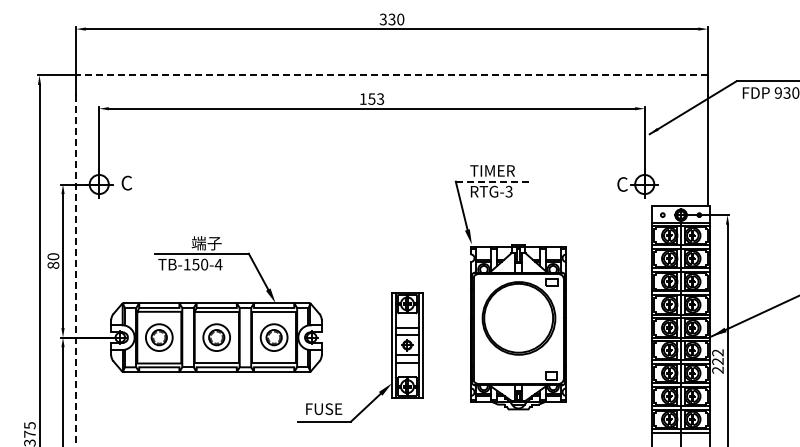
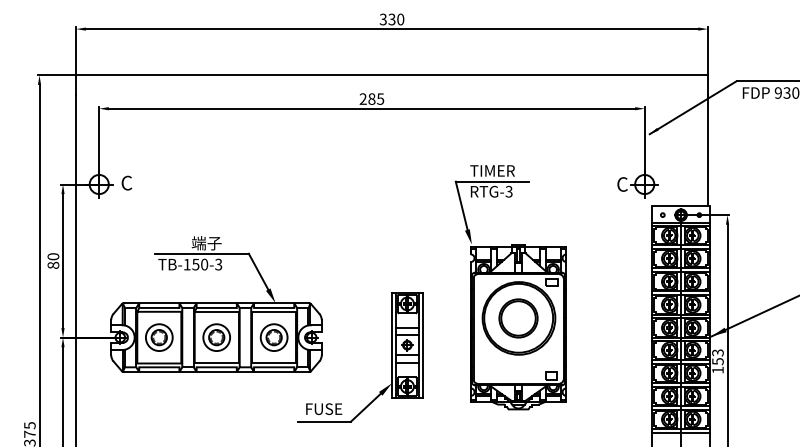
line at (392, 75): dashed -> solid
text at (371, 98): 153 -> 285
line at (492, 181): dashed -> solid
text at (218, 264): TB-150-4 -> TB-150-3
line at (76, 270): dashed -> solid
part at (518, 318): none -> present
text at (717, 361): 222 -> 153
